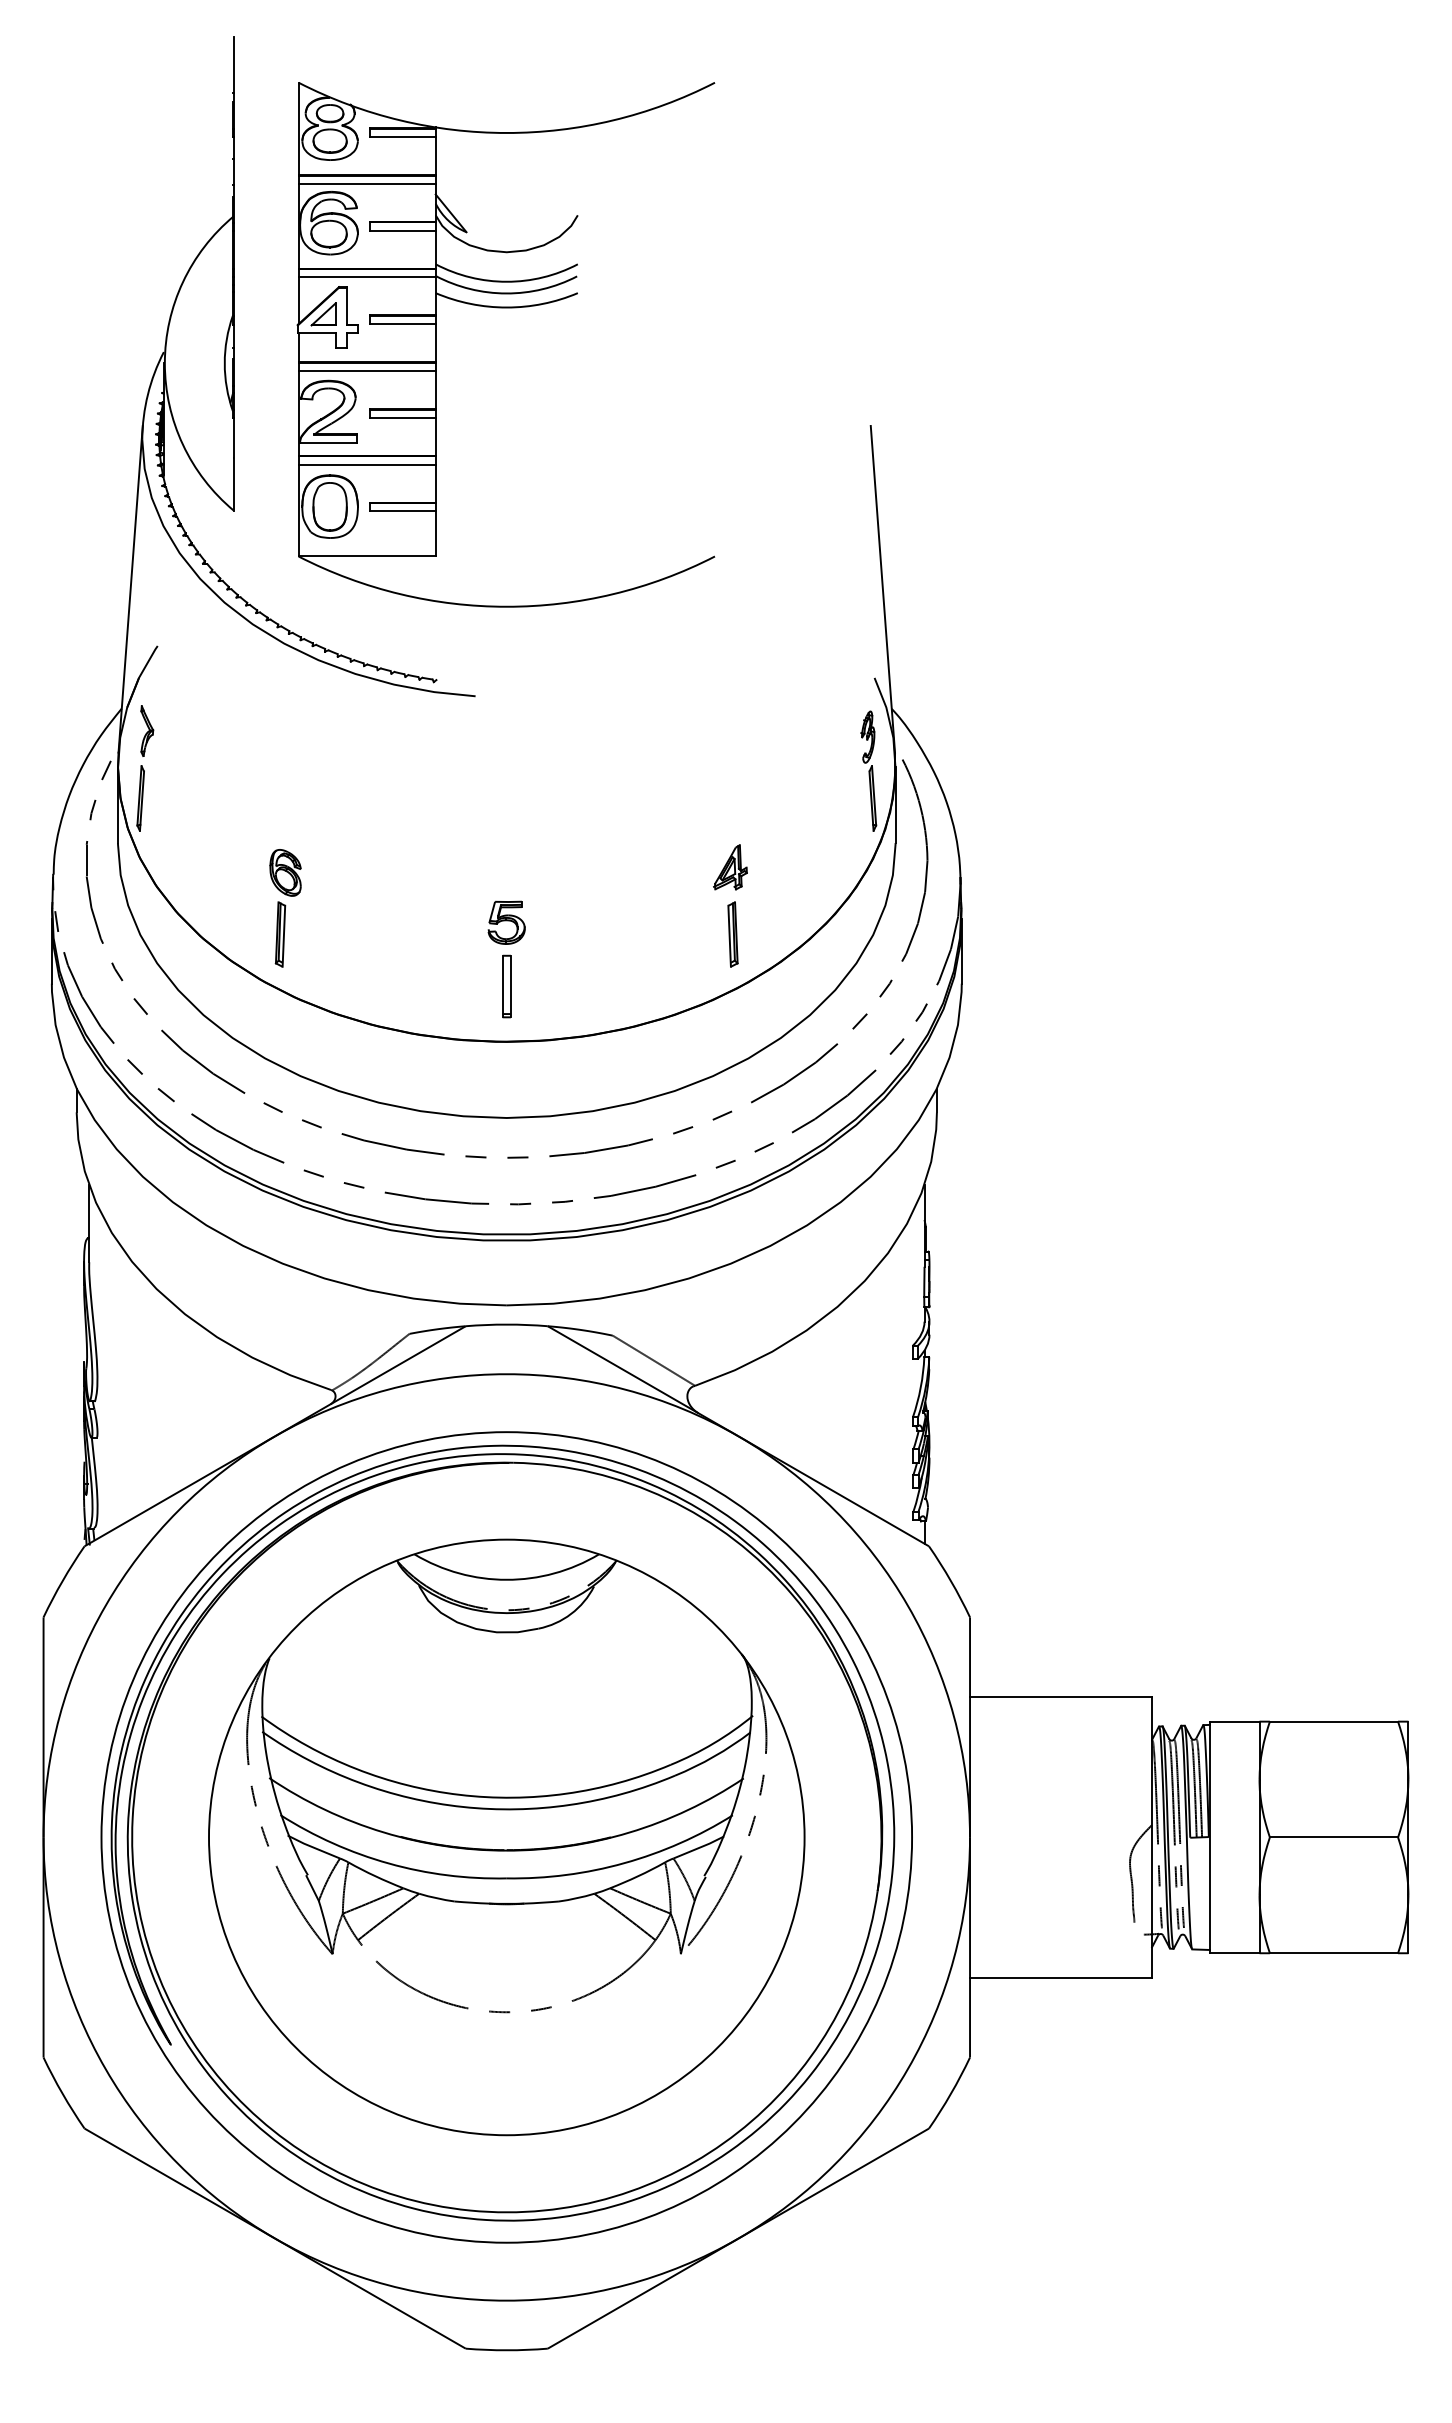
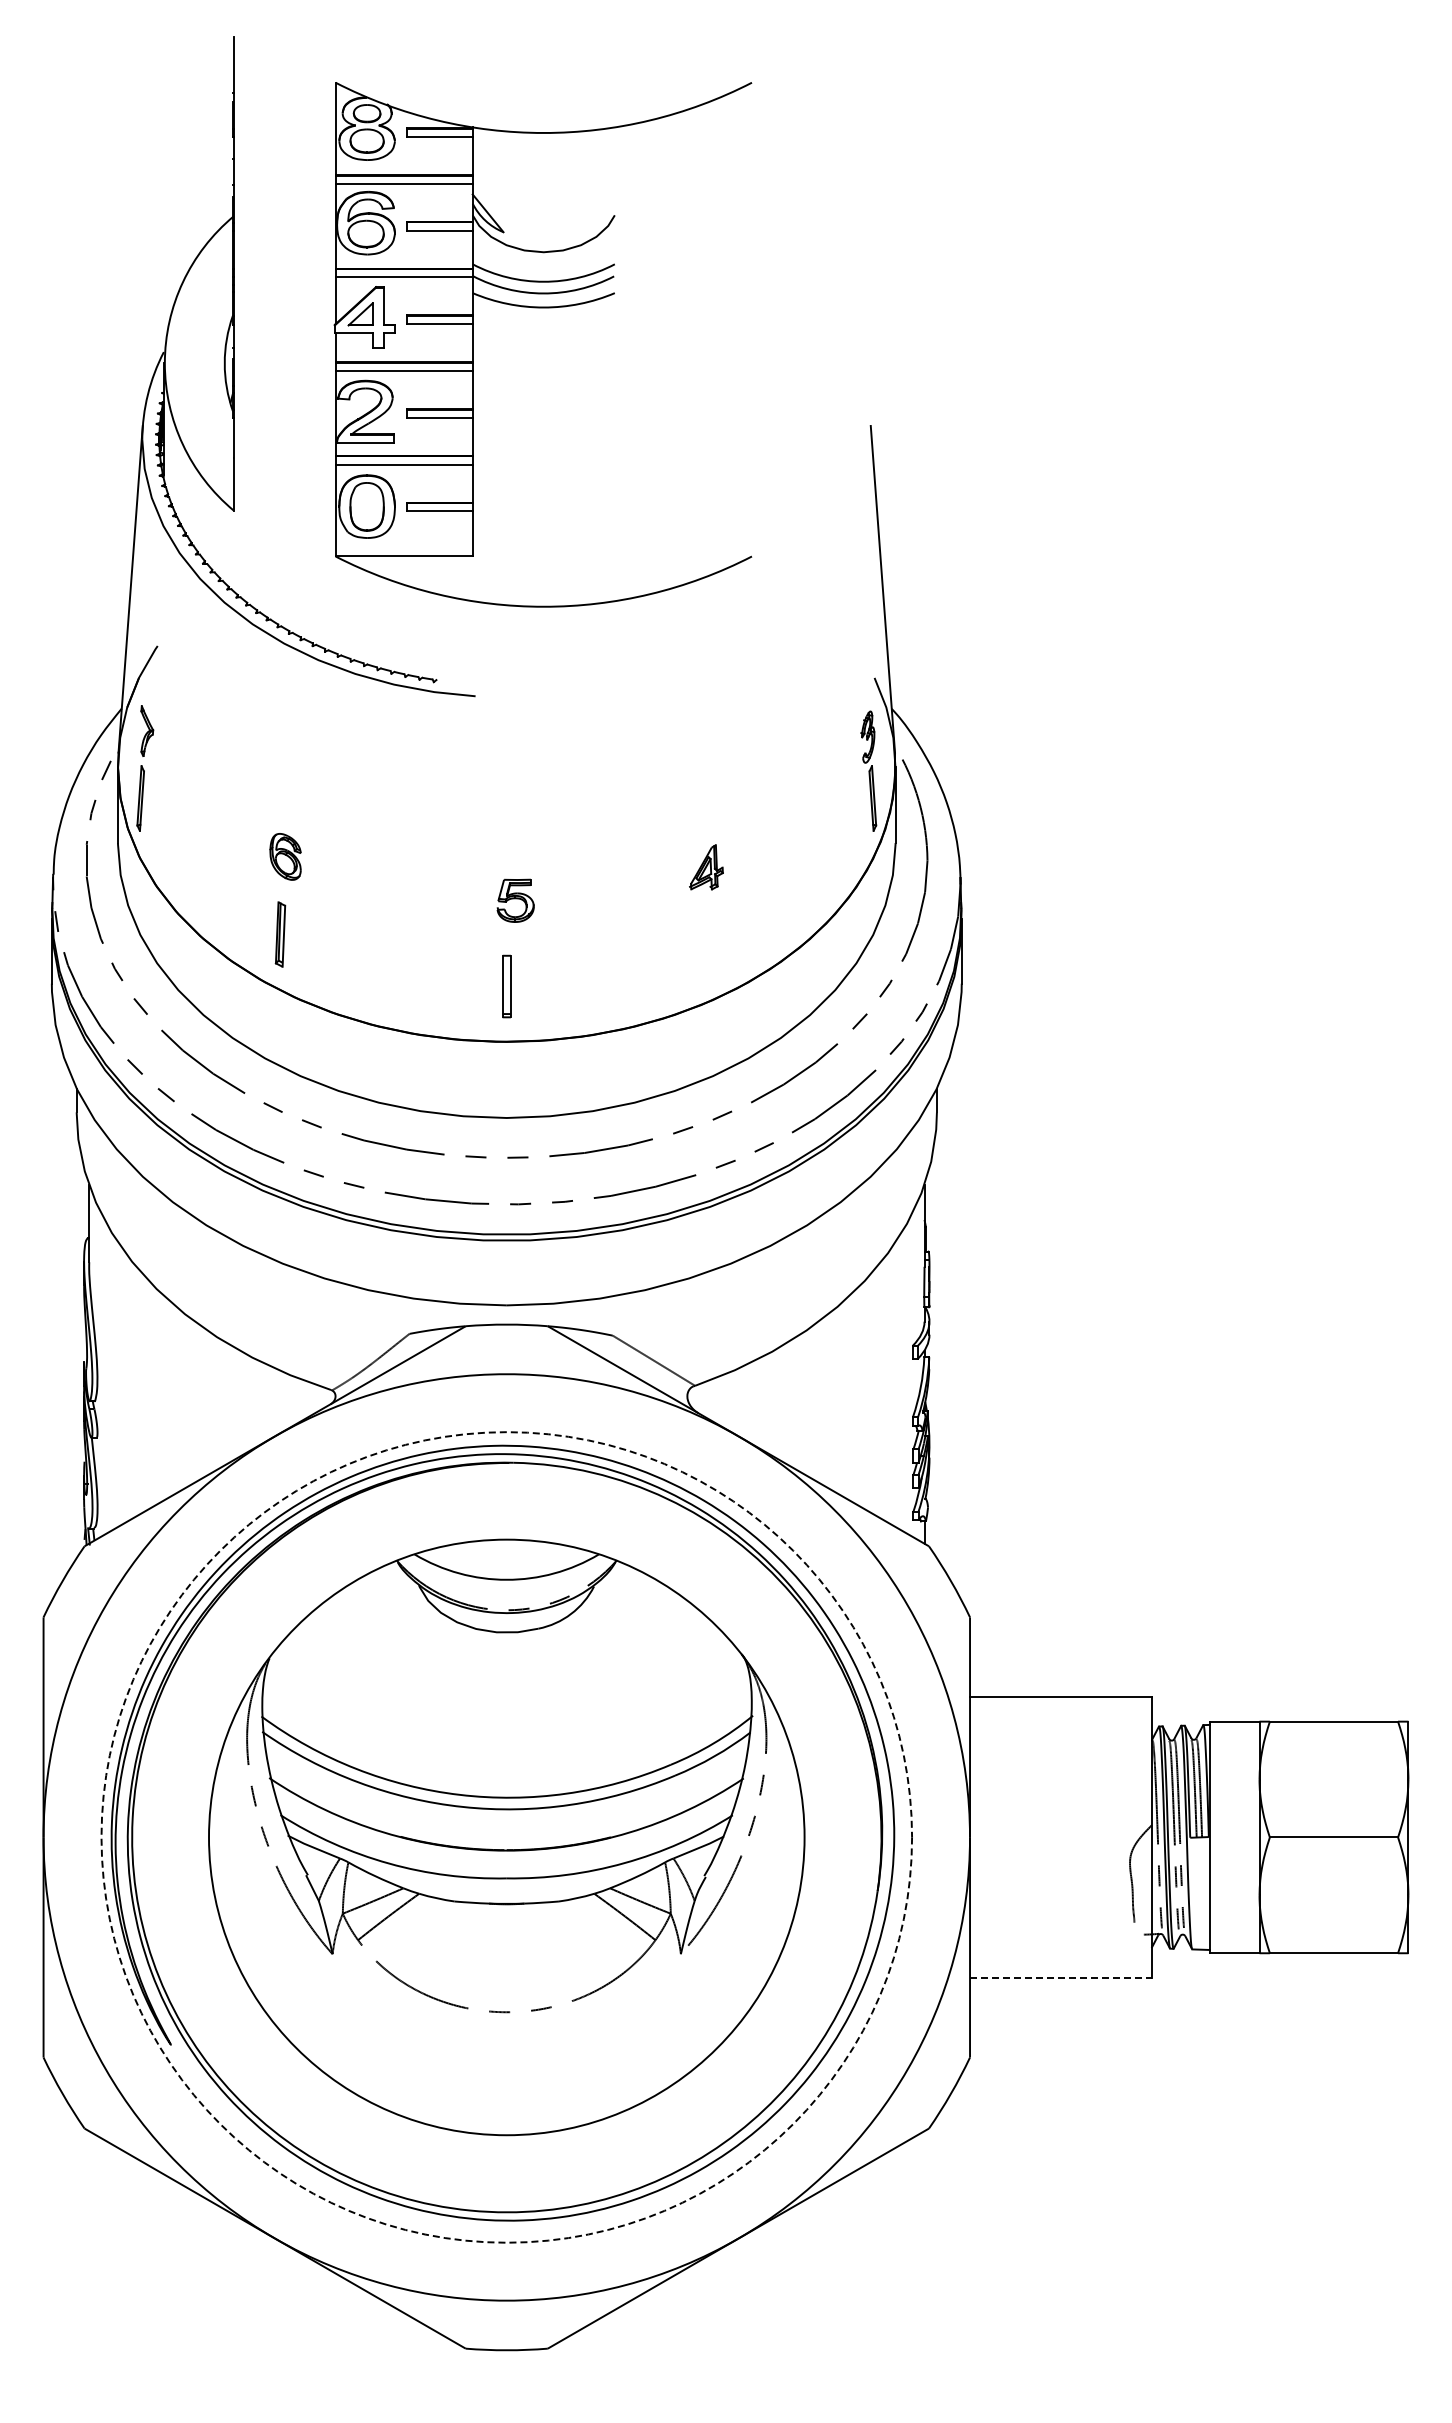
part at (505, 308) position: (505, 308) -> (542, 308)
part at (730, 867) position: (730, 867) -> (706, 867)
part at (285, 872) position: (285, 872) -> (285, 856)
part at (506, 922) position: (506, 922) -> (515, 900)
part at (732, 934): present -> none
circle at (506, 1837): solid -> dashed
line at (1061, 1978): solid -> dashed
